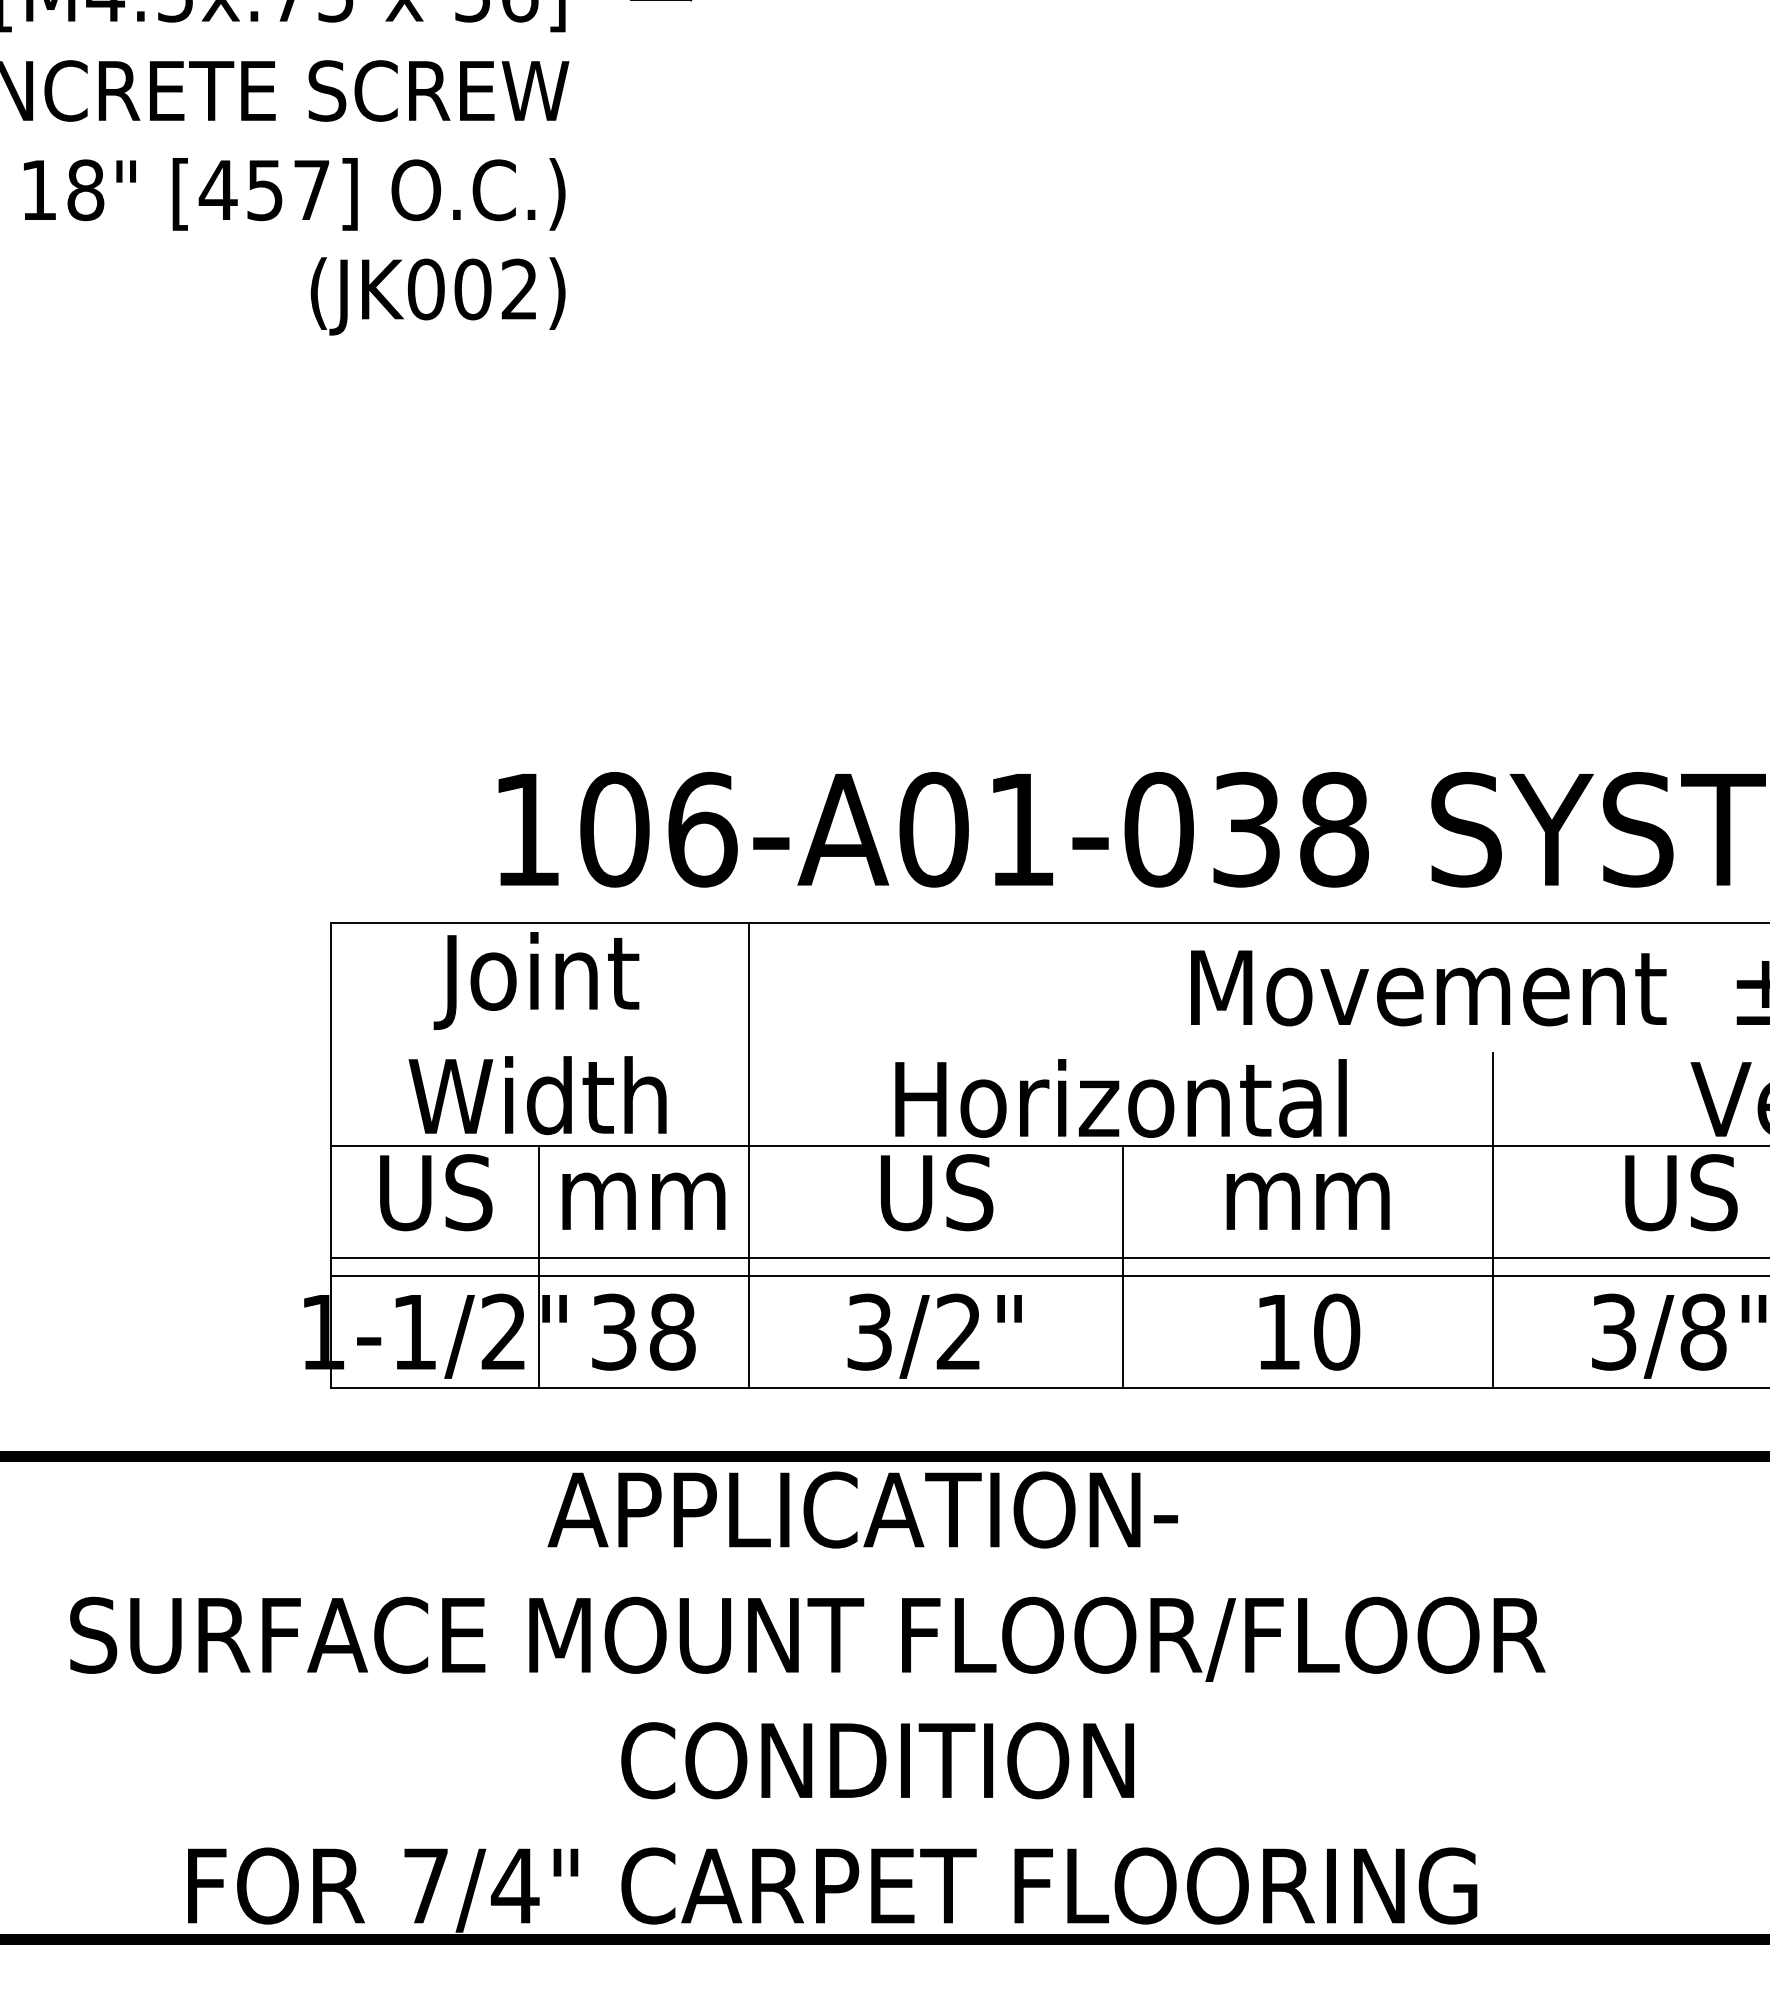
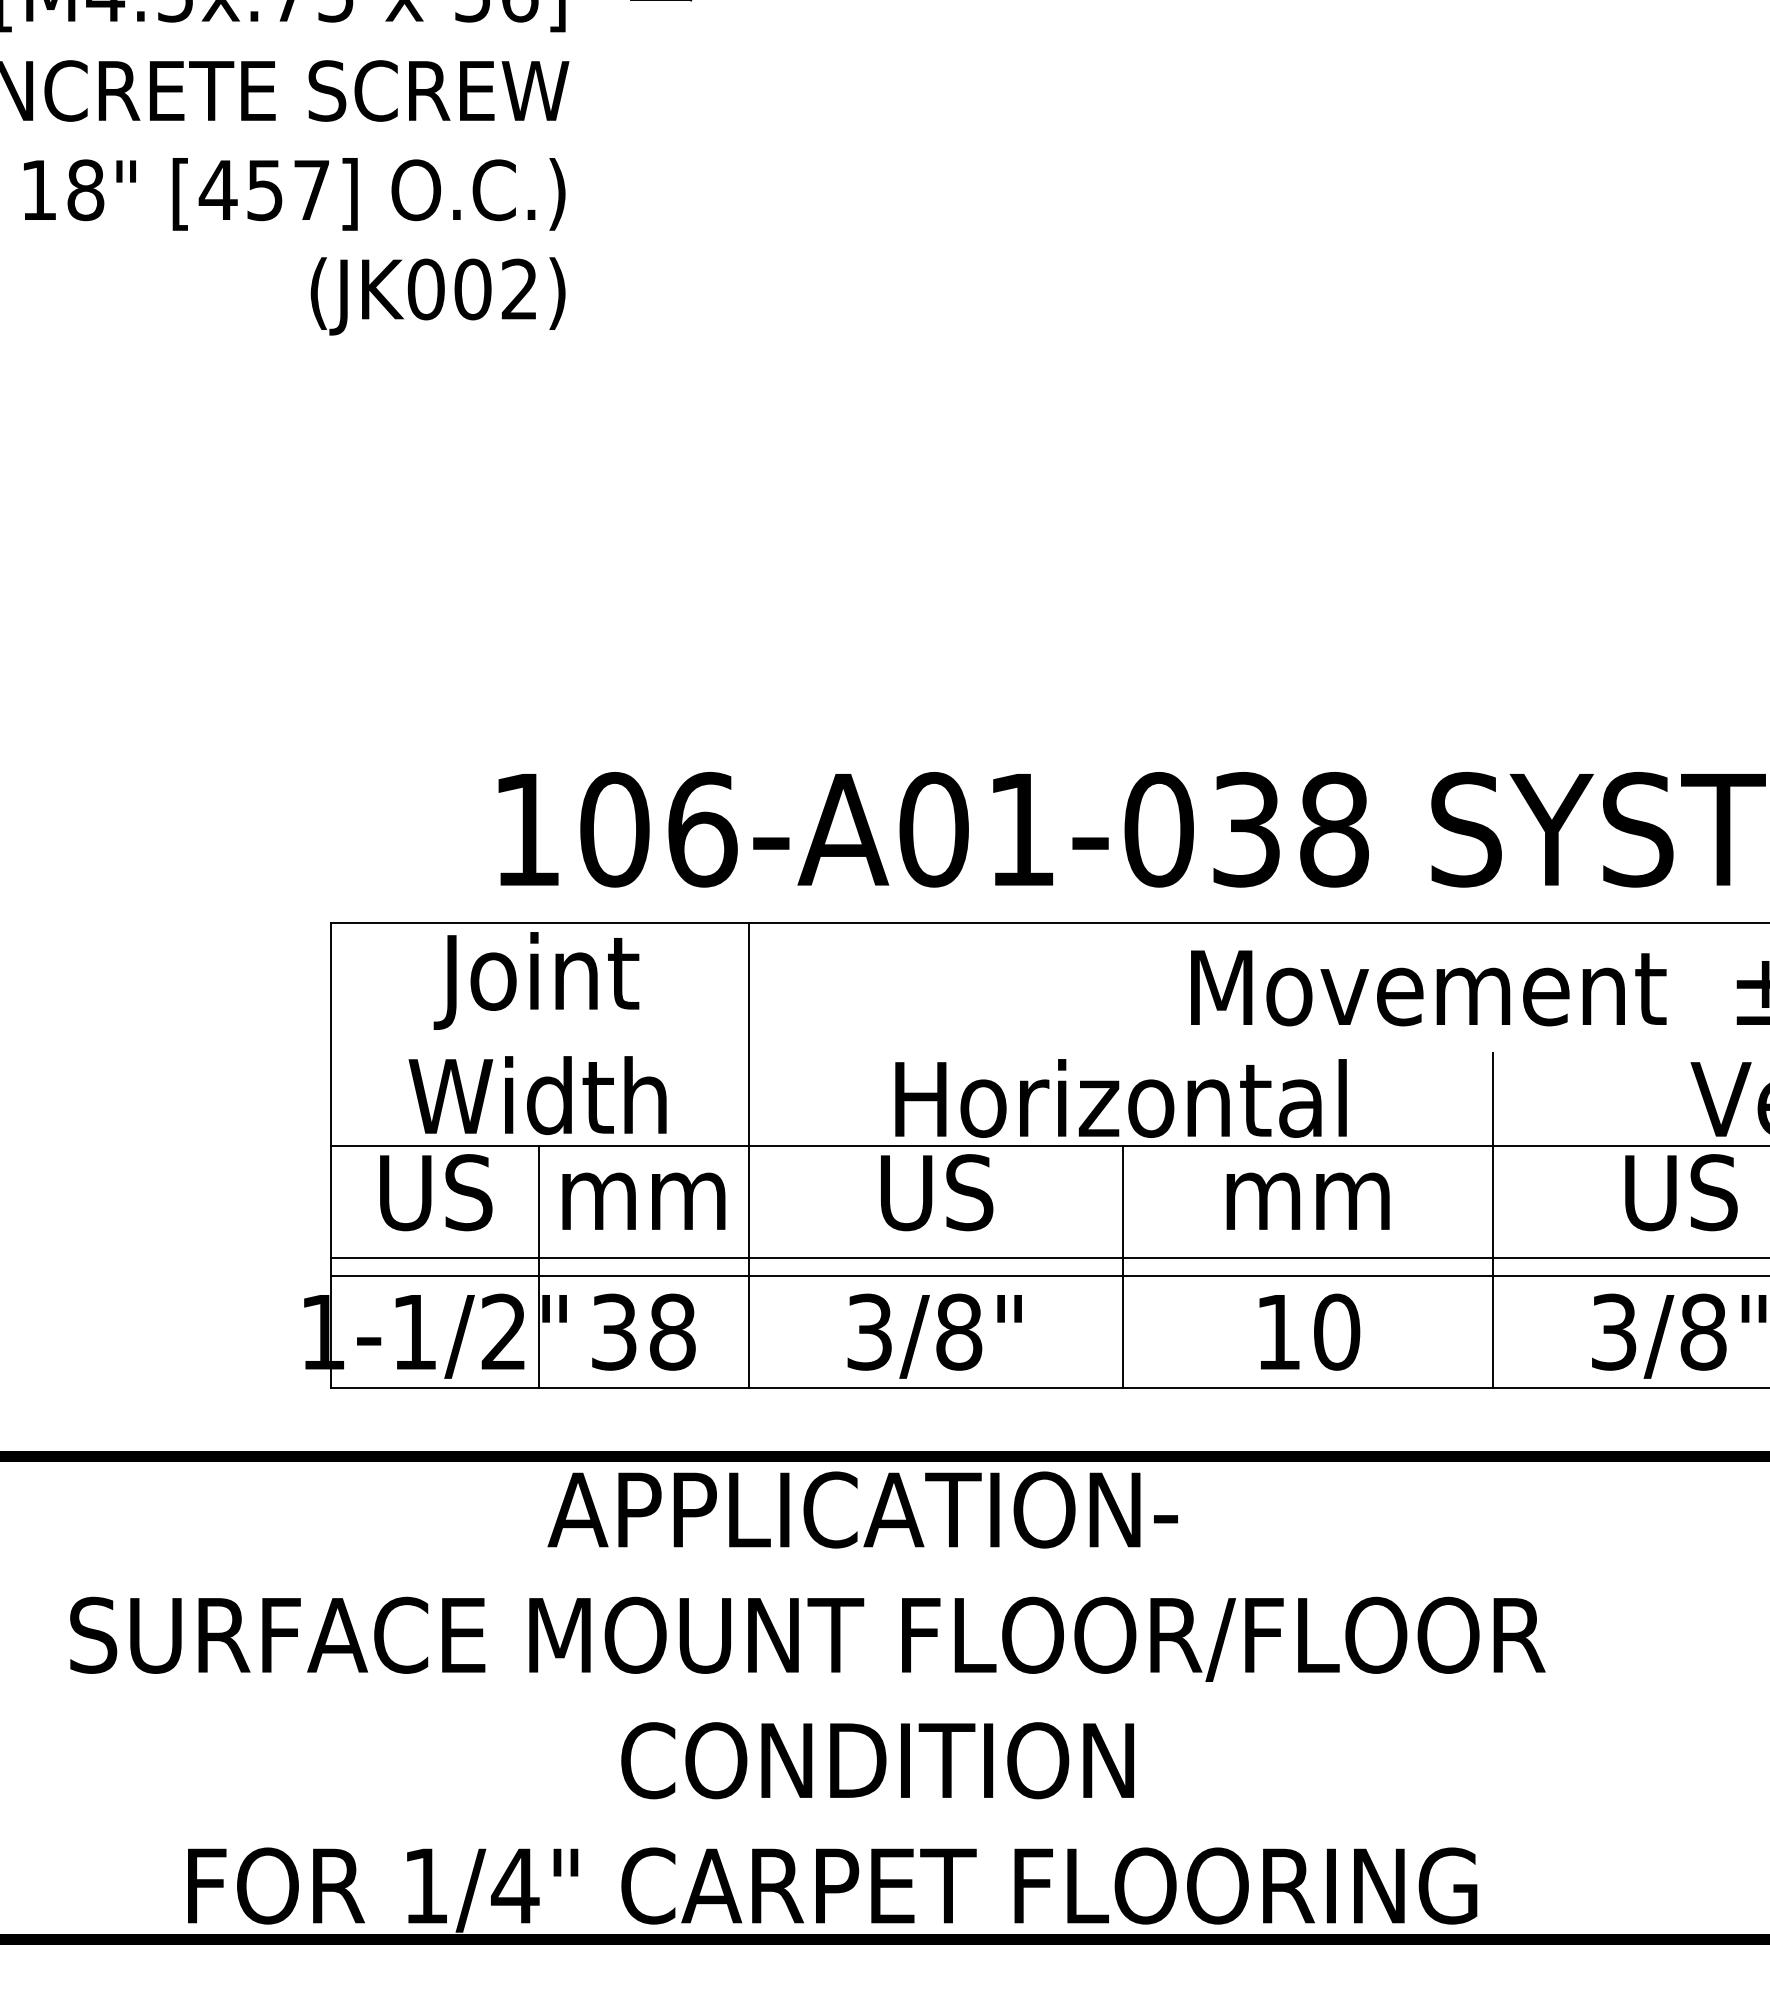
text at (959, 1331): 3/2" -> 3/8"
text at (425, 1885): 7/4" -> 1/4"
